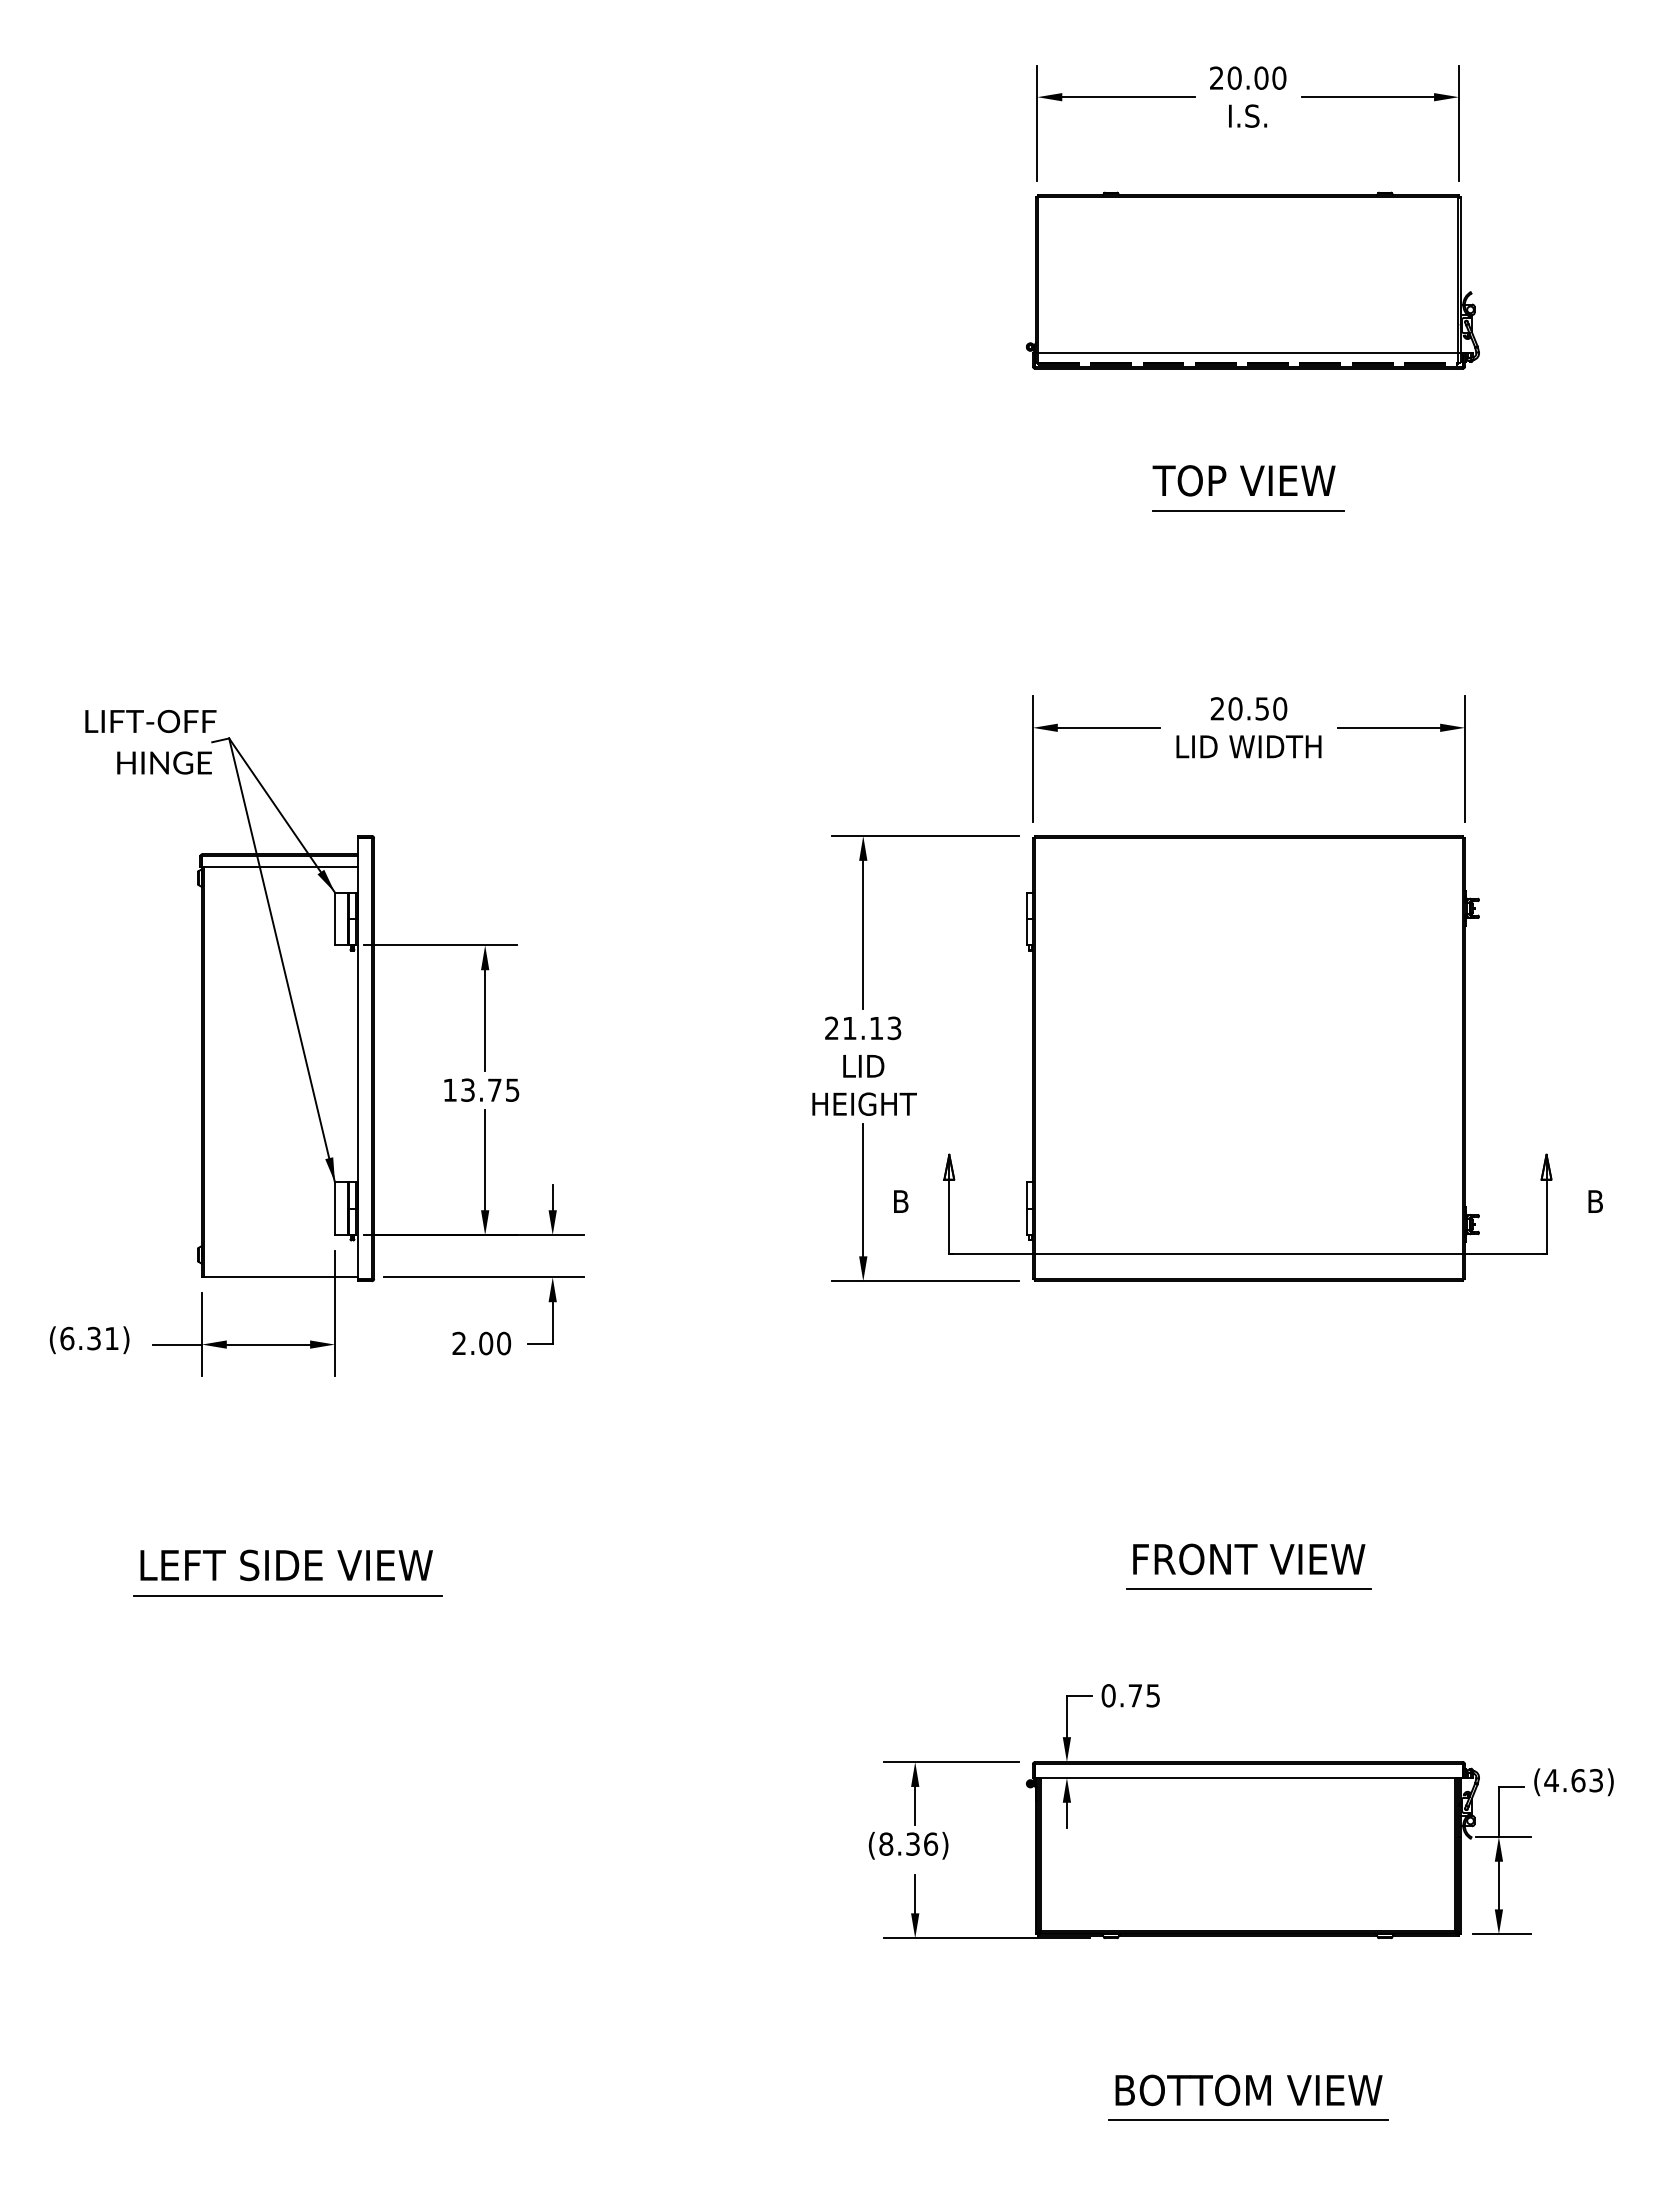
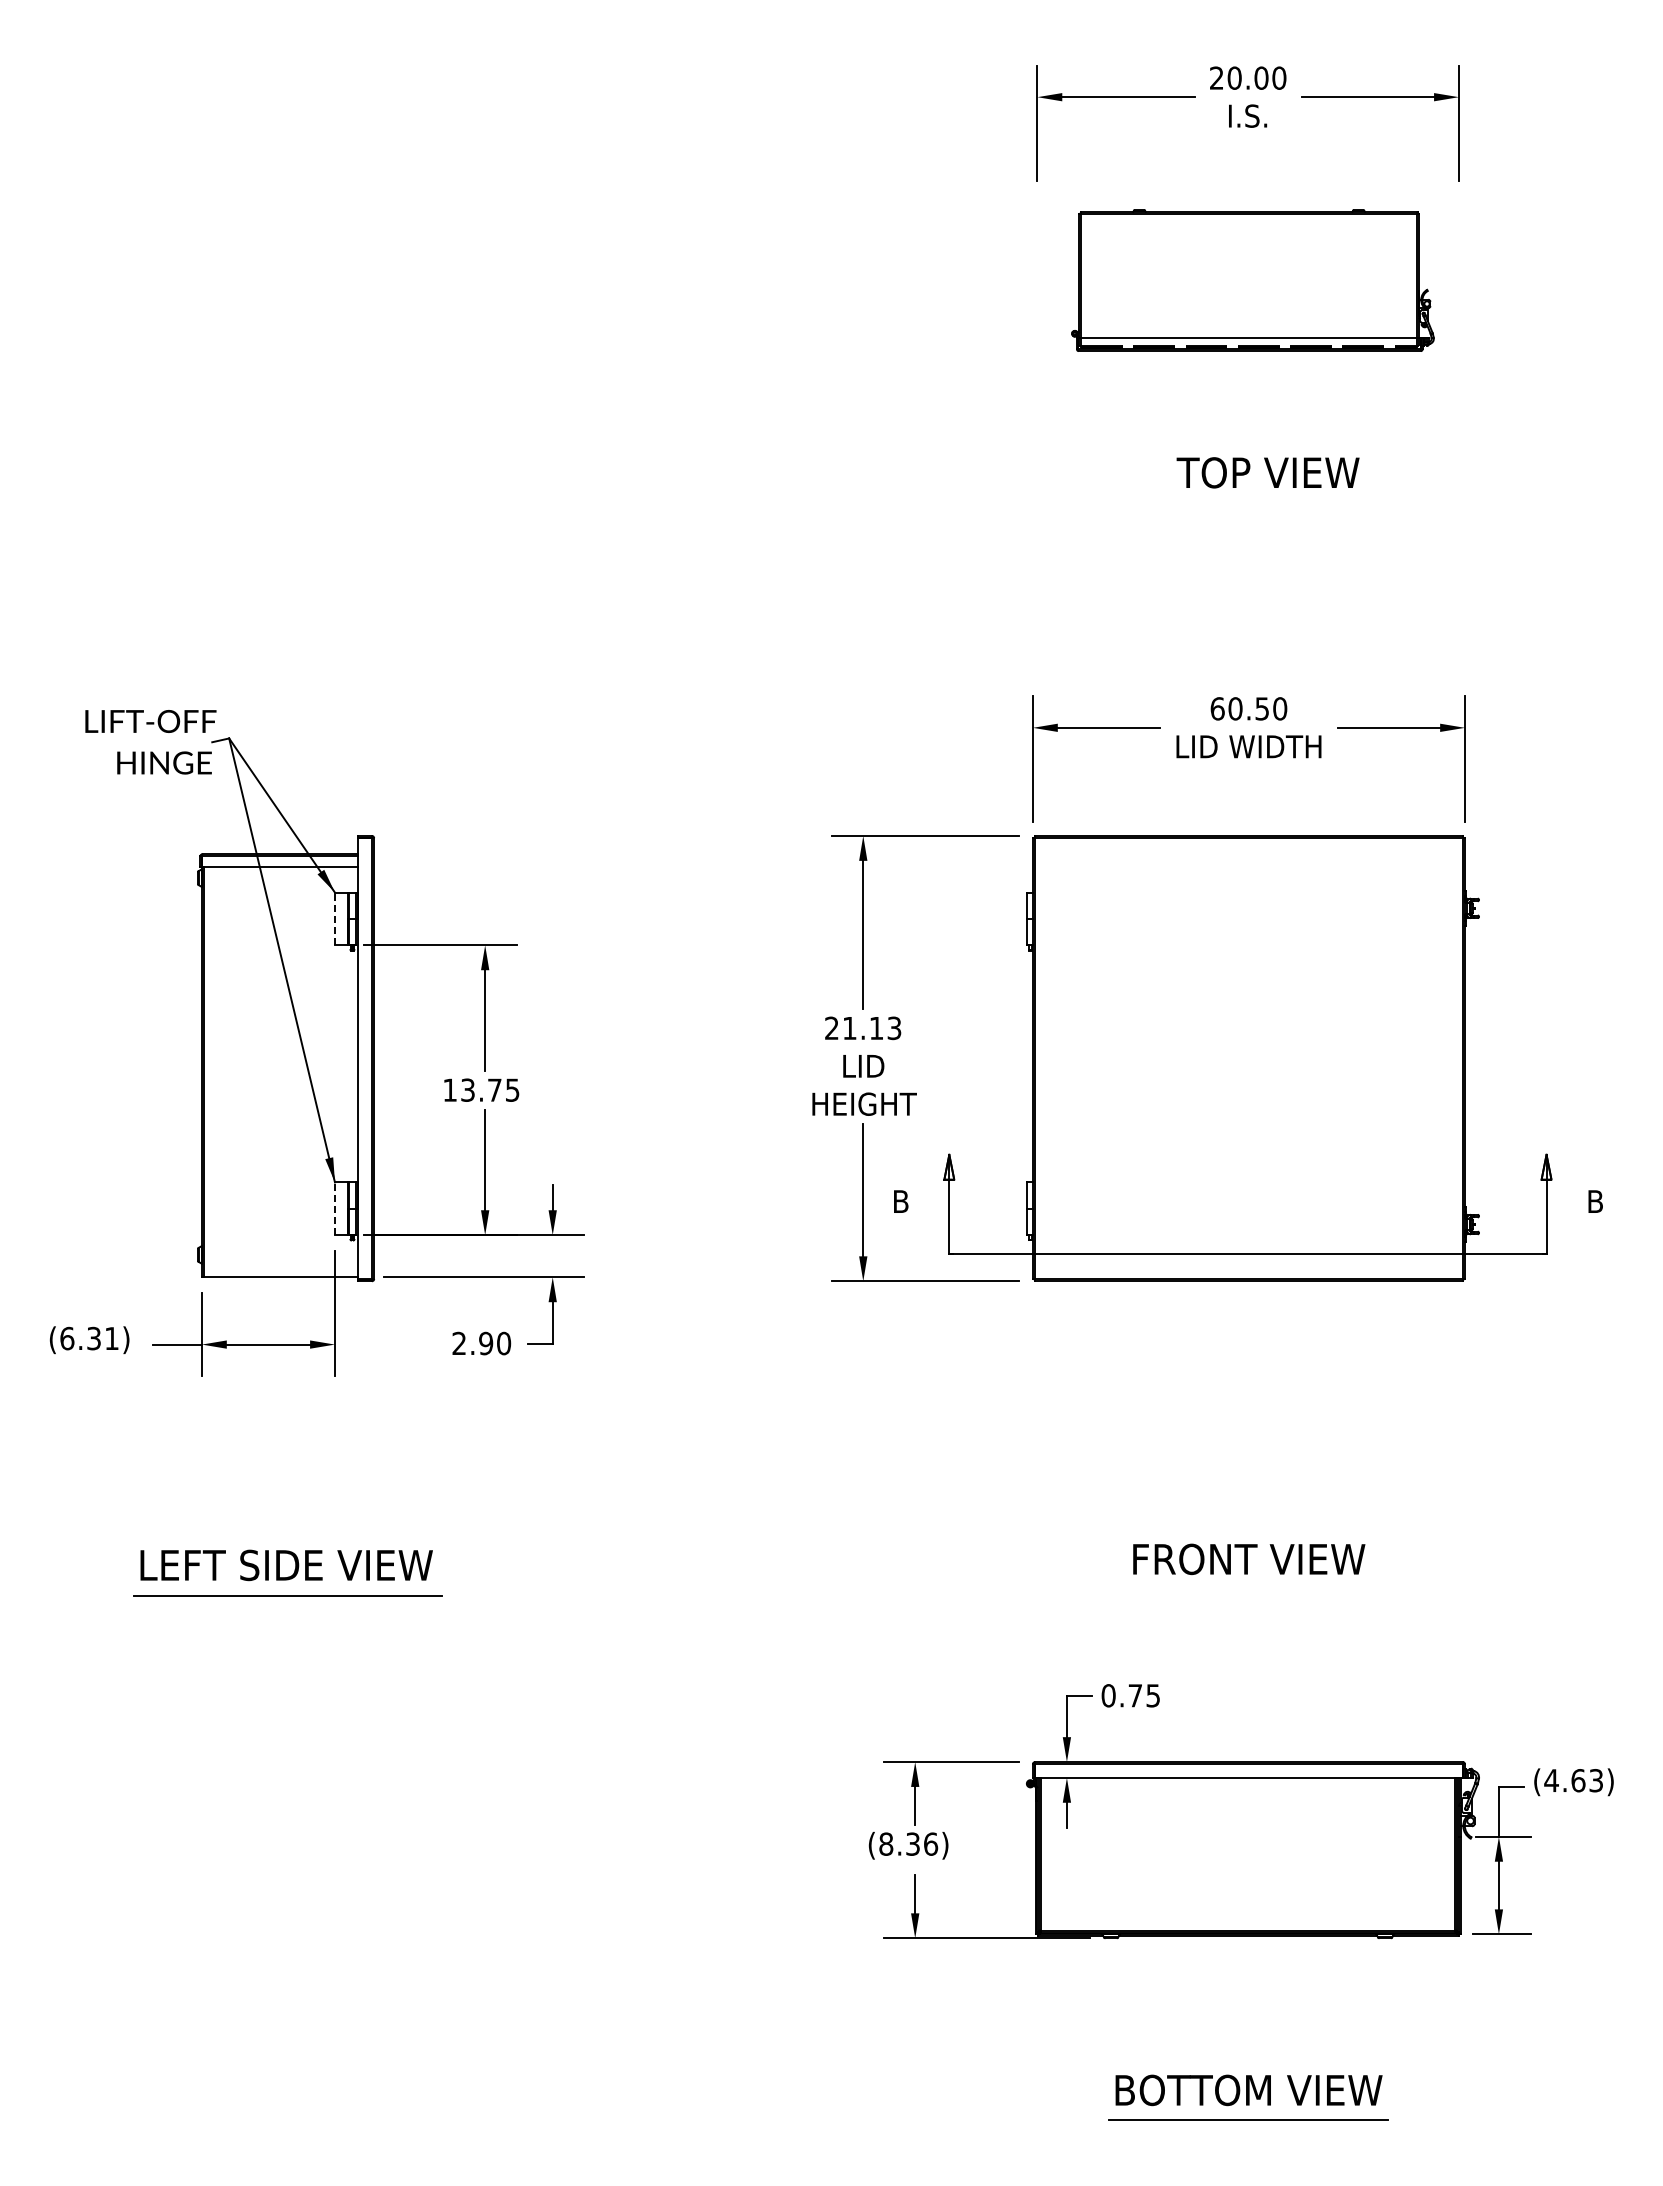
part at (1252, 280) size: 454x179 px -> 364x143 px
text at (1243, 480) position: (1243, 480) -> (1267, 472)
line at (1248, 510): present -> none
text at (1217, 708): 20.50 -> 60.50
line at (334, 918): solid -> dashed
line at (334, 1208): solid -> dashed
text at (486, 1343): 2.00 -> 2.90
line at (1248, 1589): present -> none
